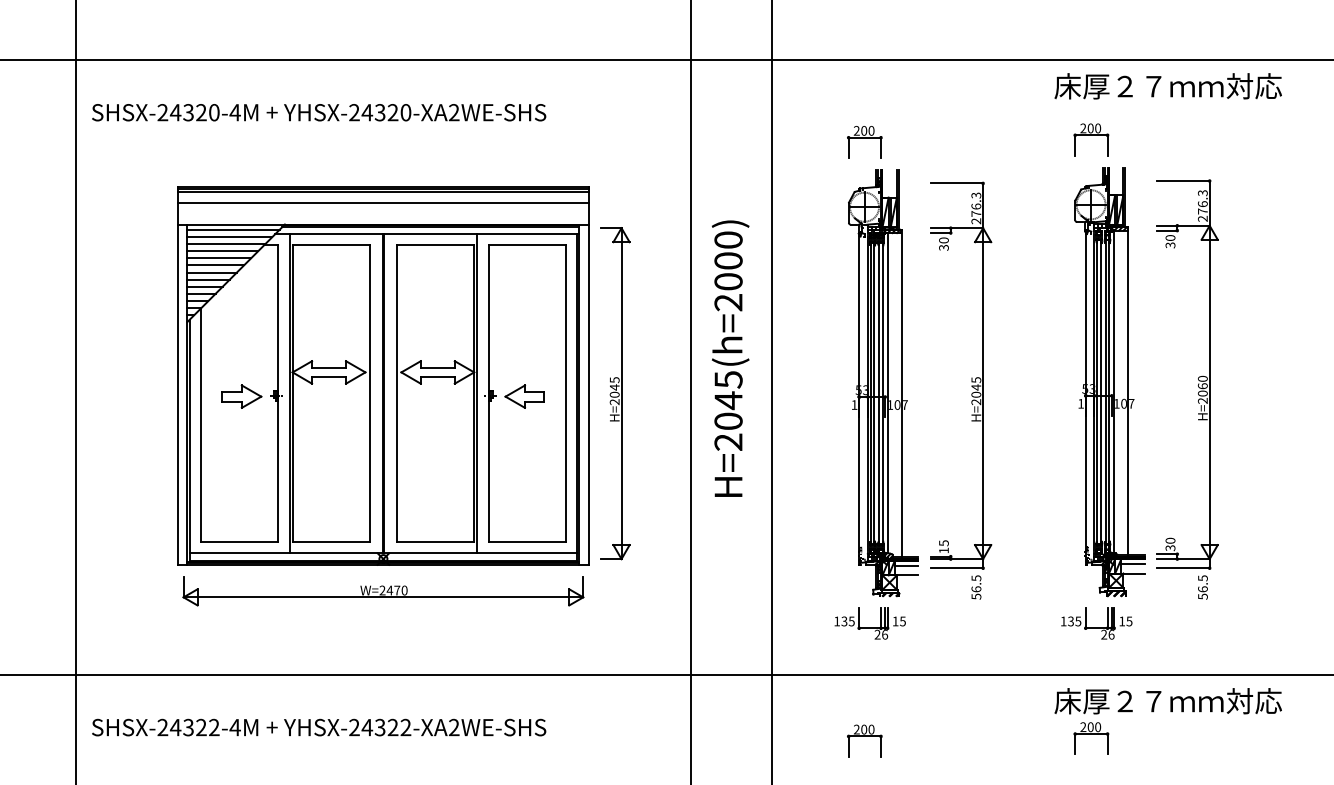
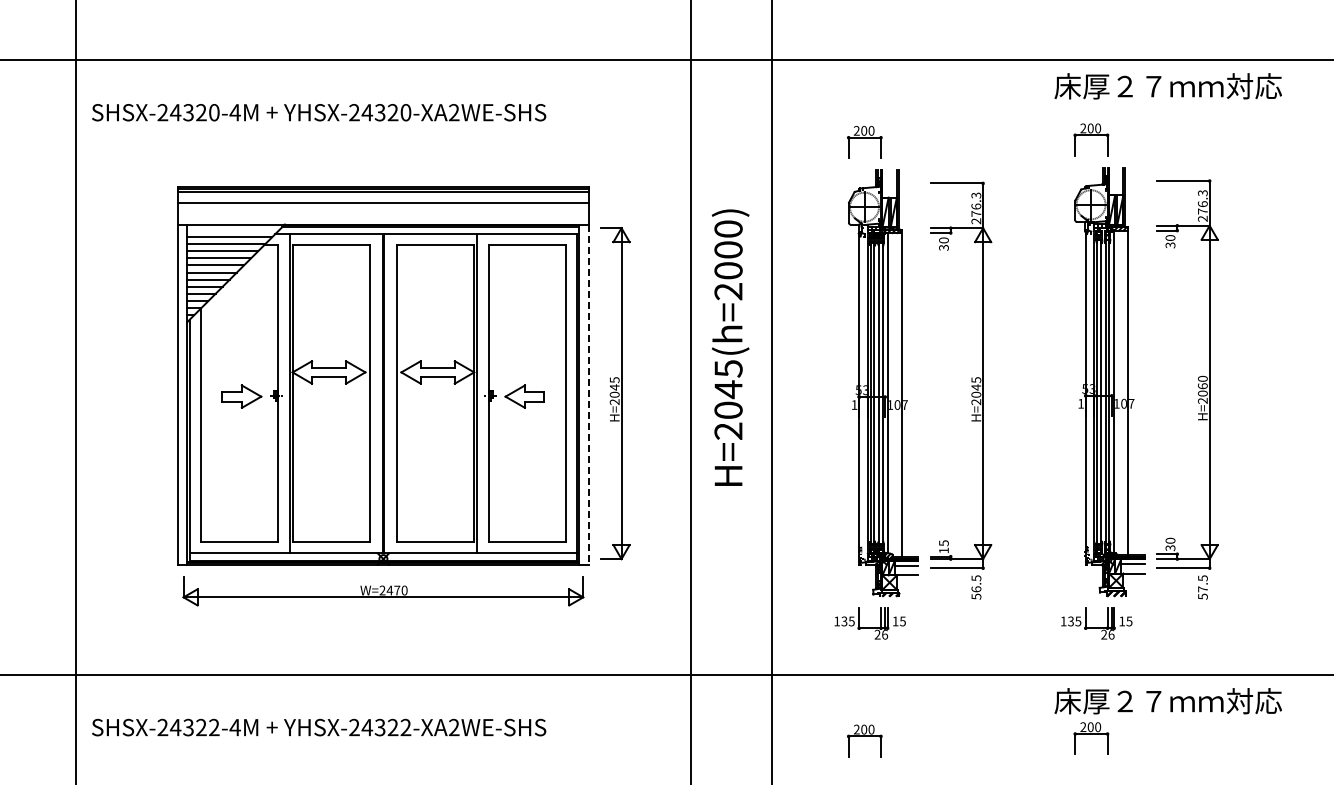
line at (233, 229): present -> none
text at (730, 358) position: (730, 358) -> (730, 347)
line at (588, 395): solid -> dashed
text at (1202, 589): 56.5 -> 57.5
